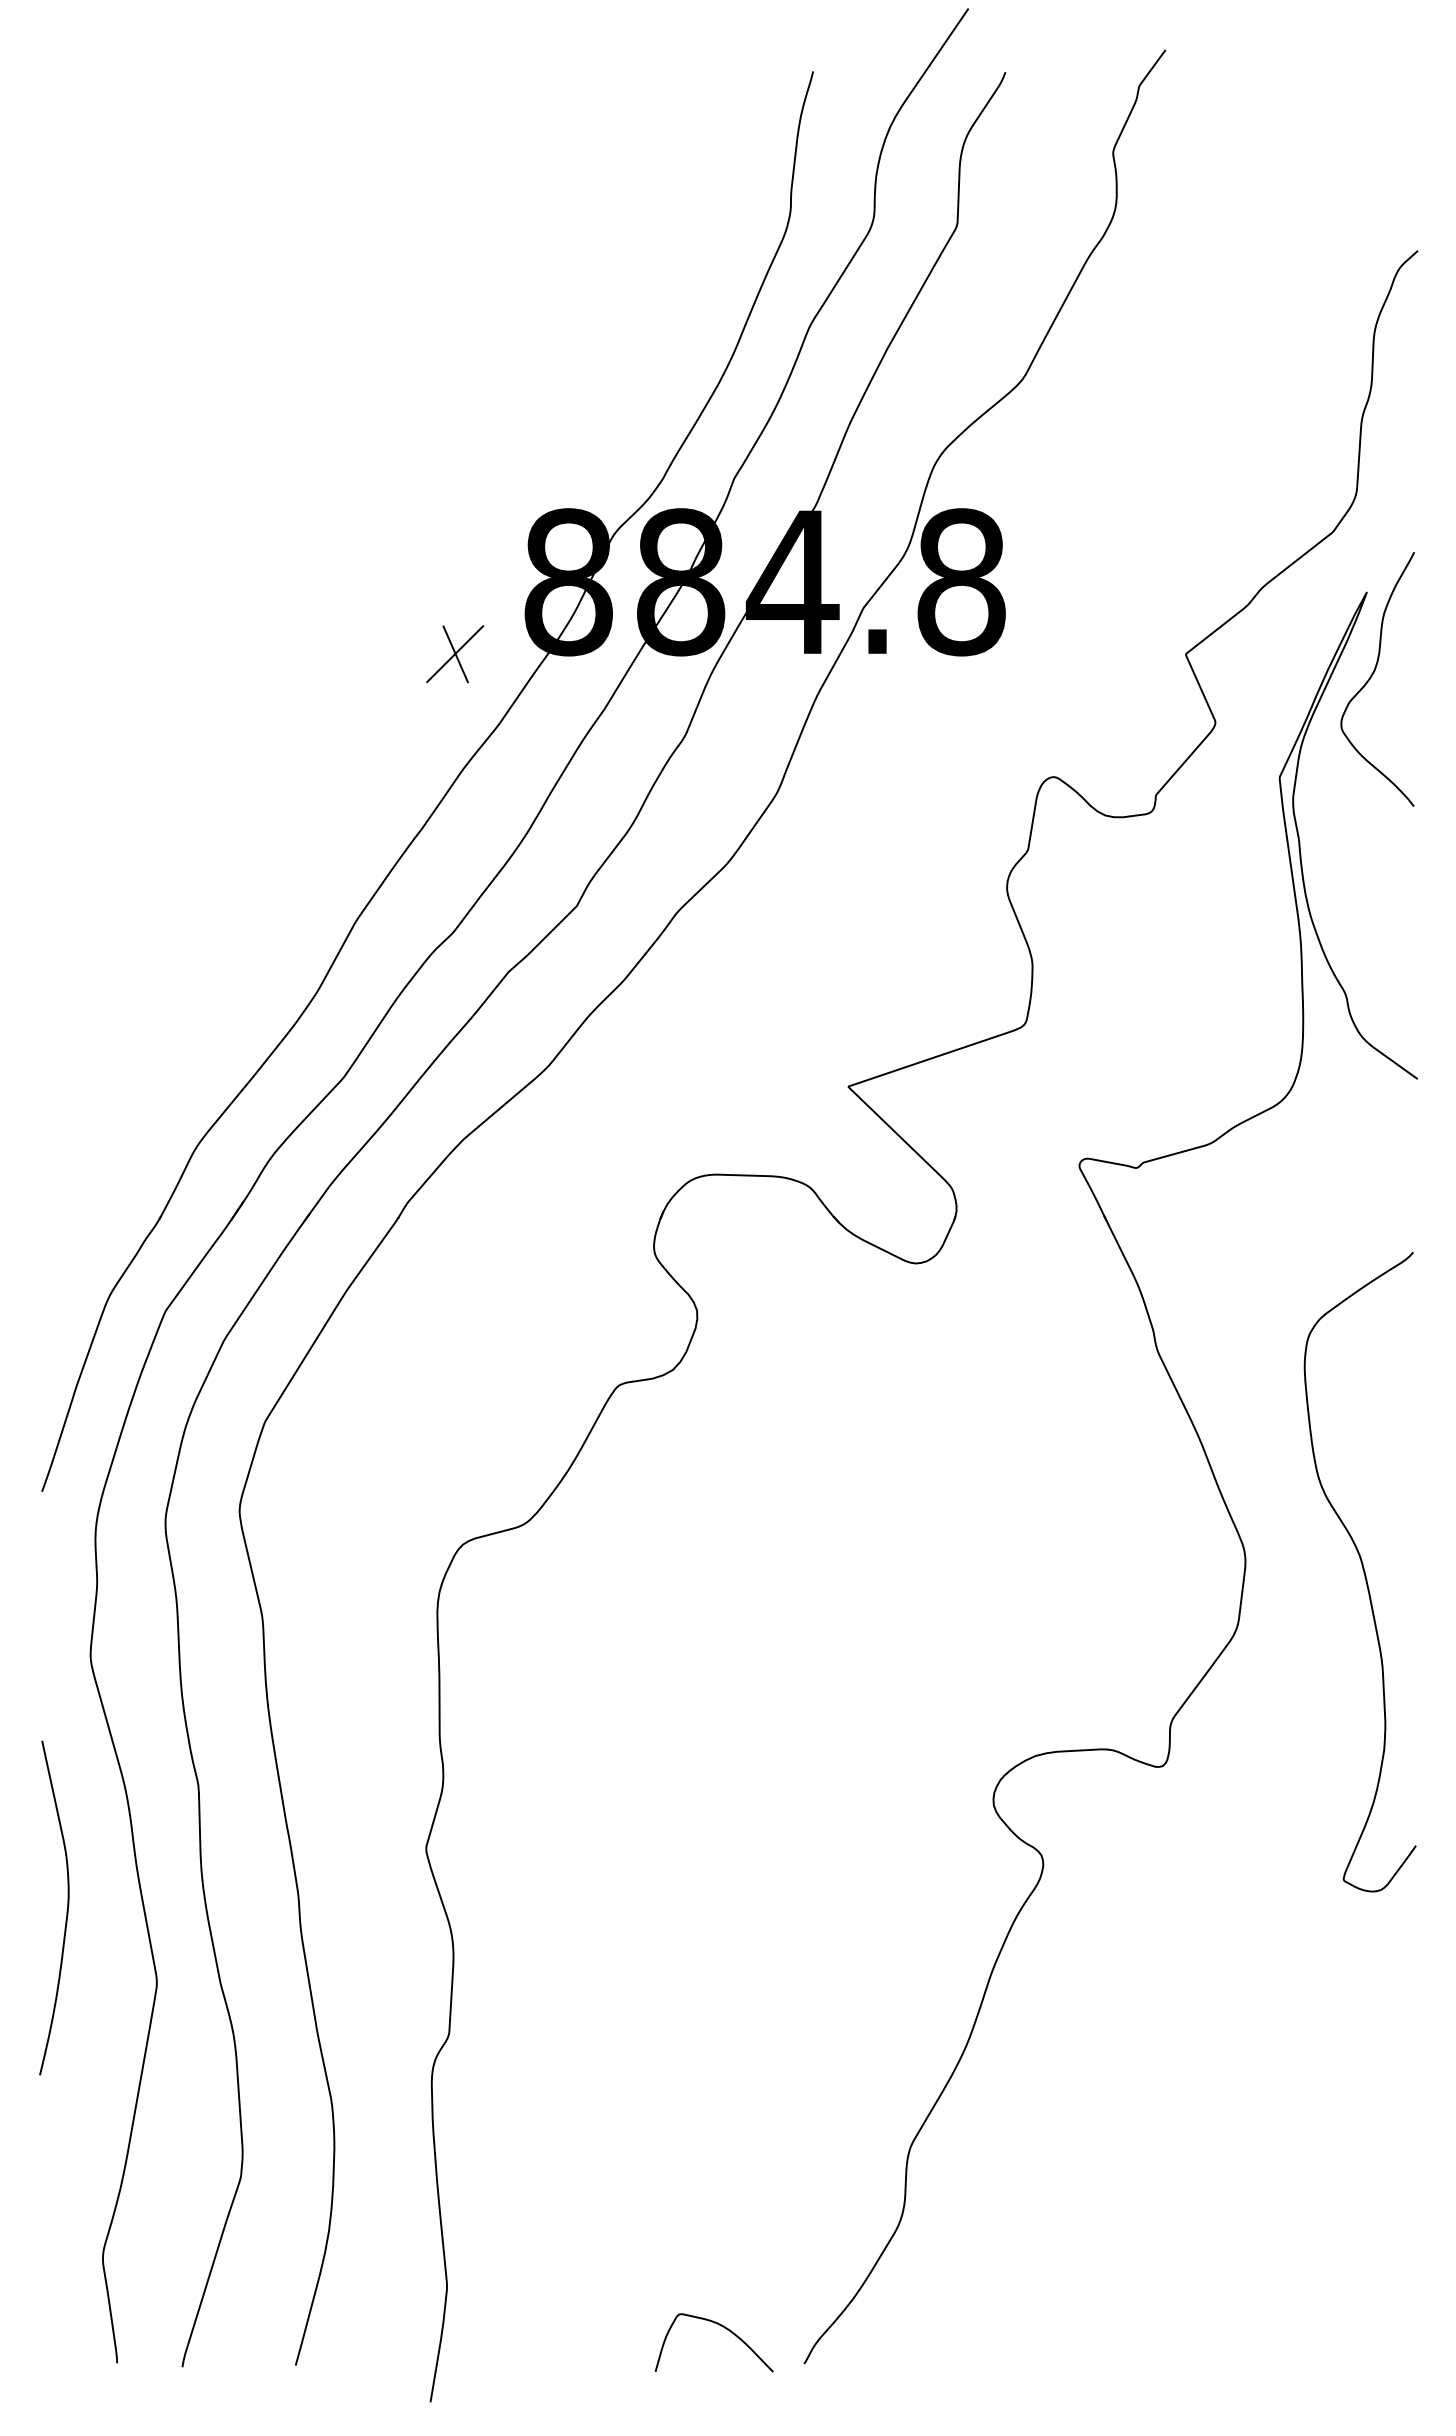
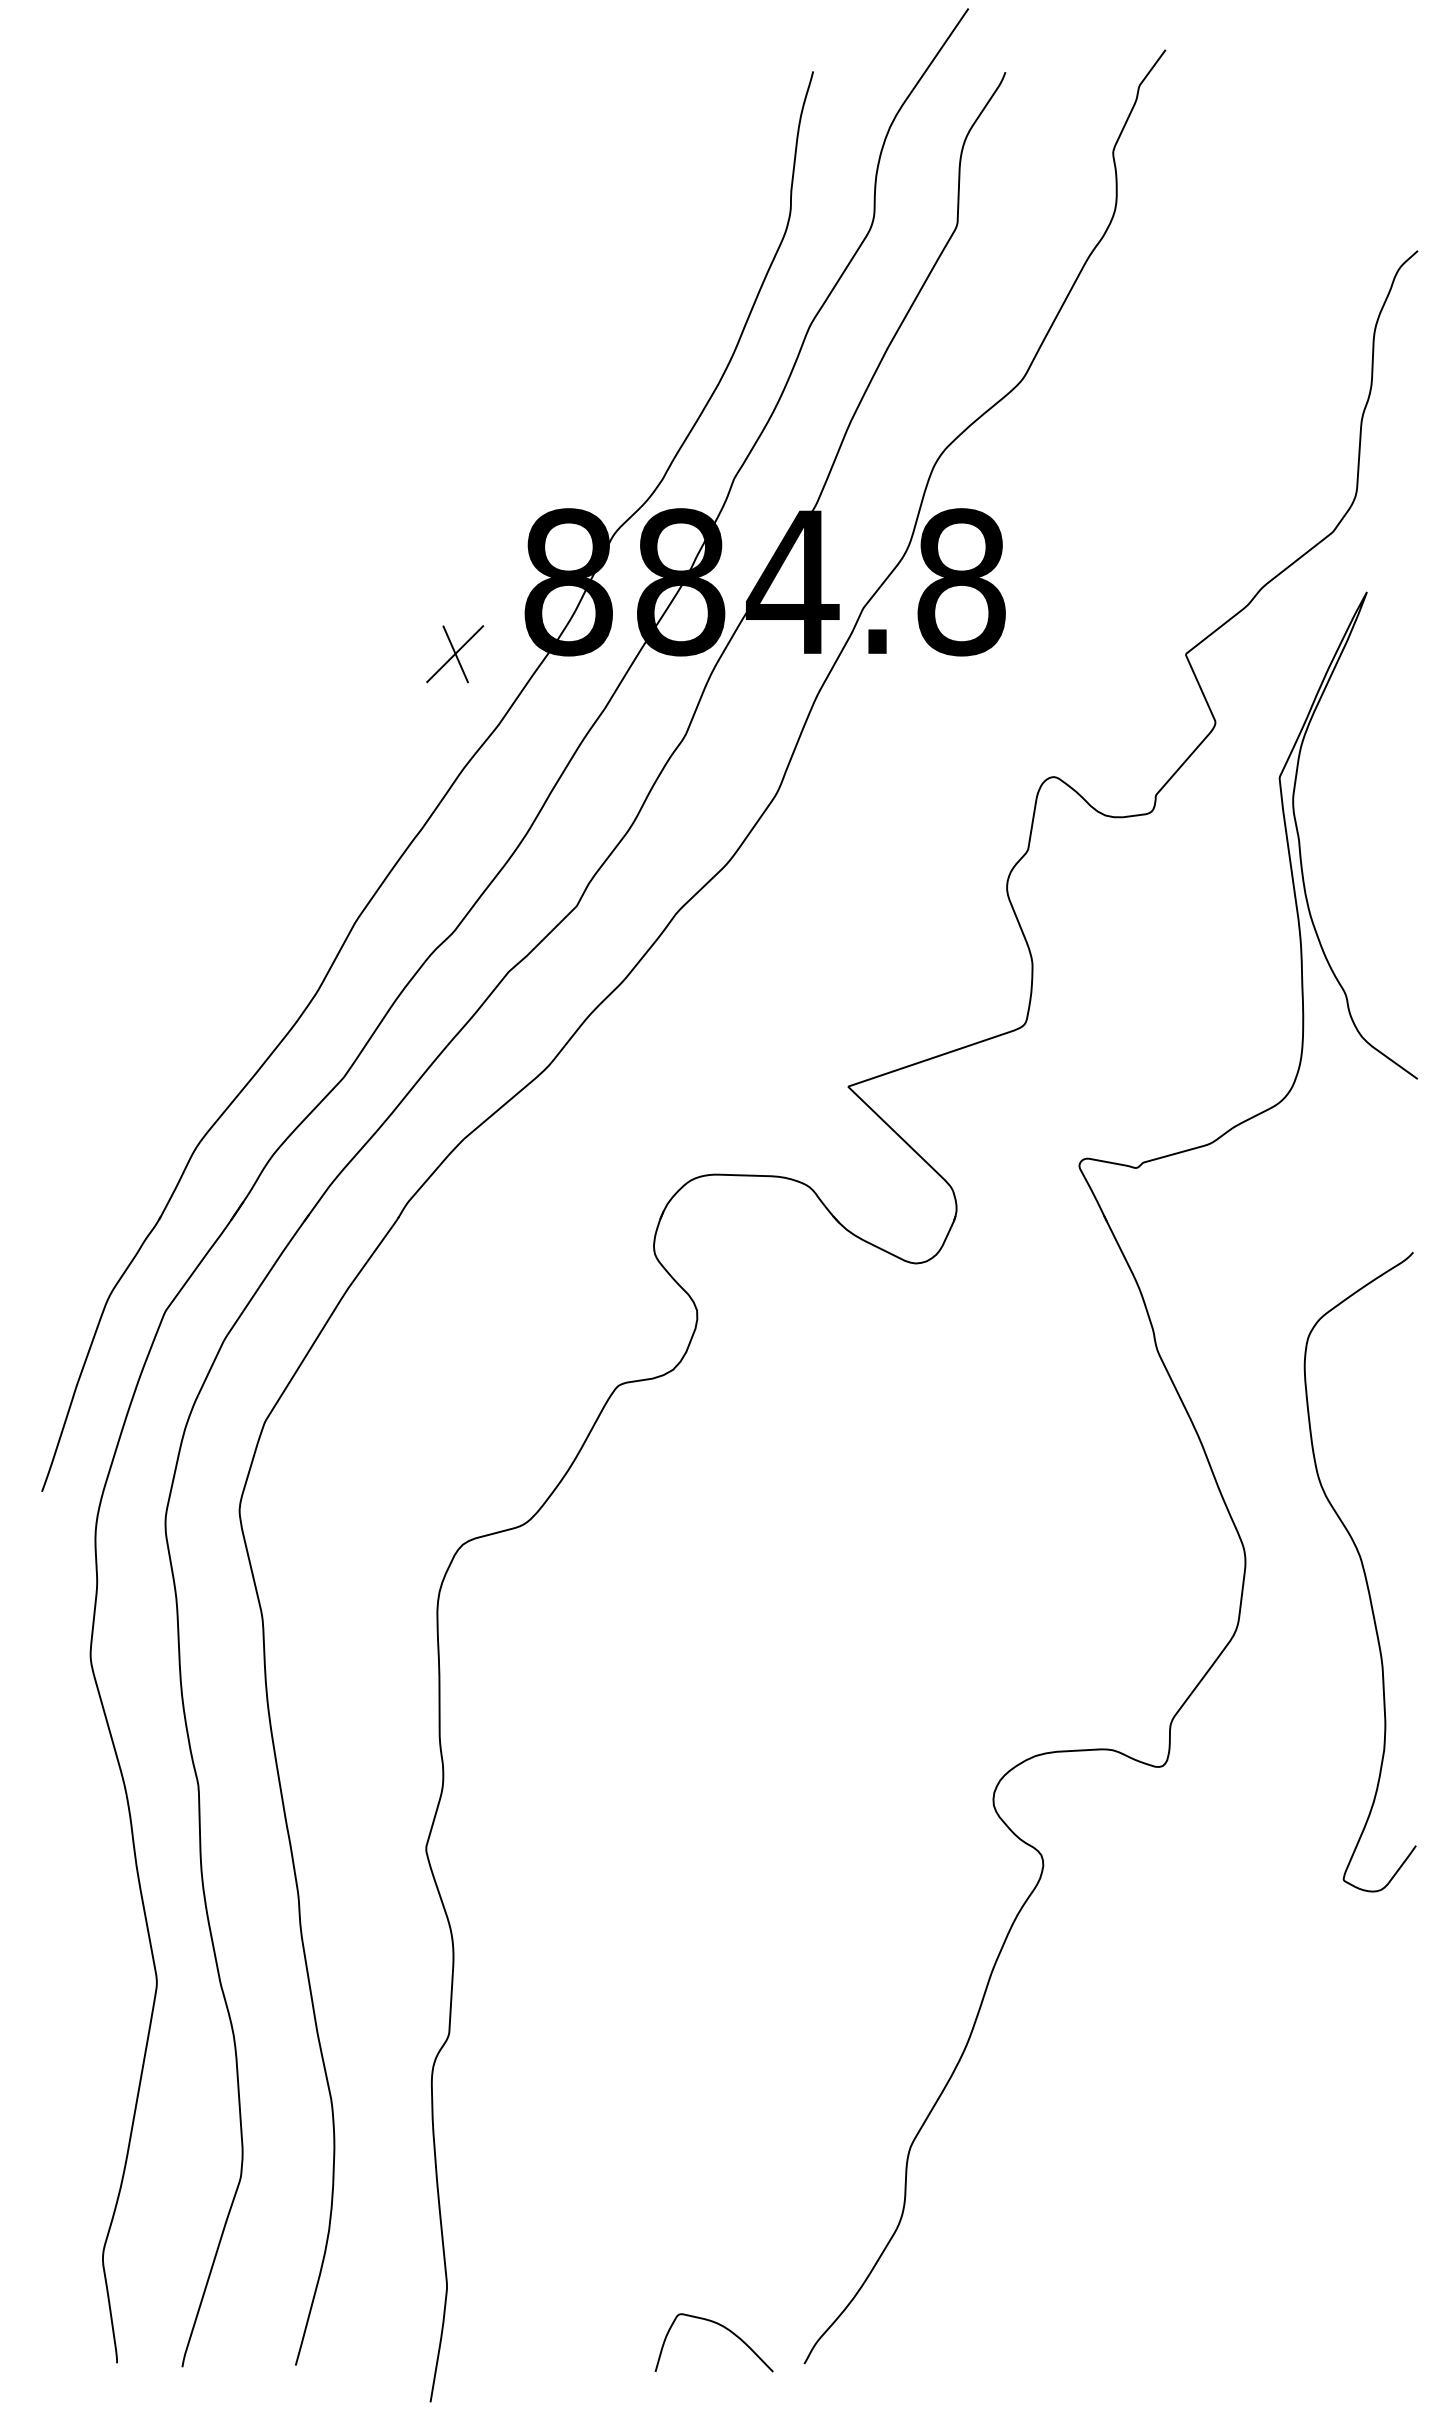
curve at (1372, 676): present -> none
curve at (66, 1910): present -> none
